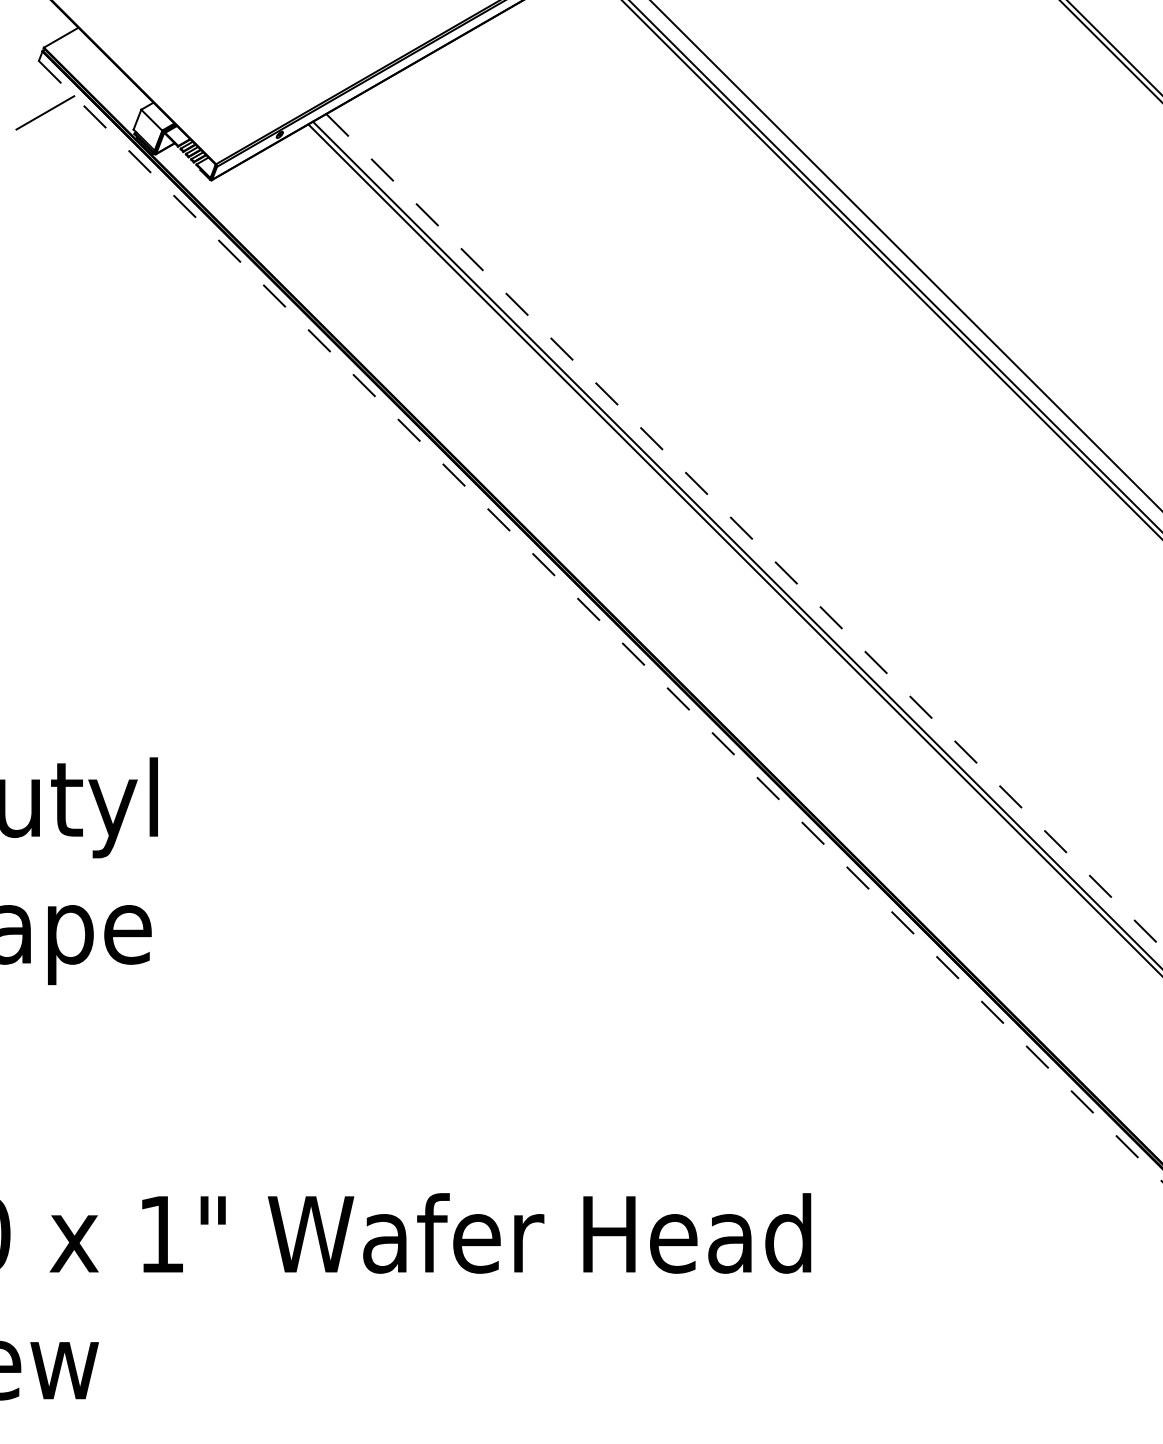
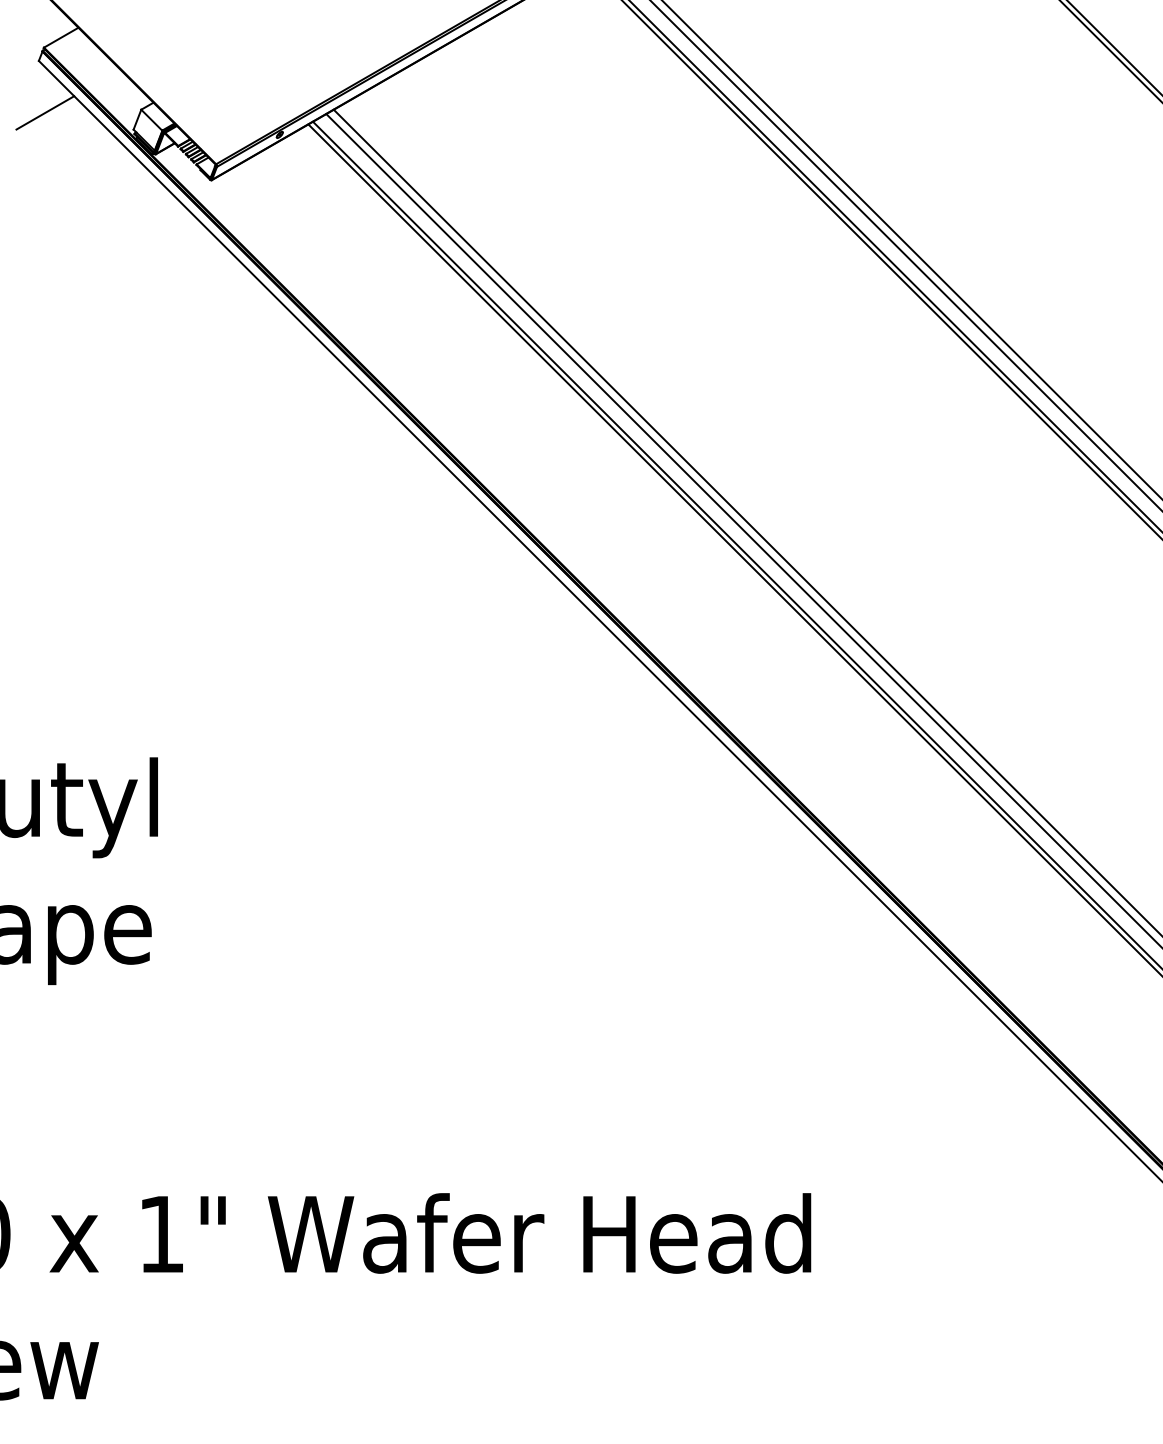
line at (911, 249): none -> present
line at (746, 521): none -> present
line at (744, 531): dashed -> solid
line at (600, 621): dashed -> solid
